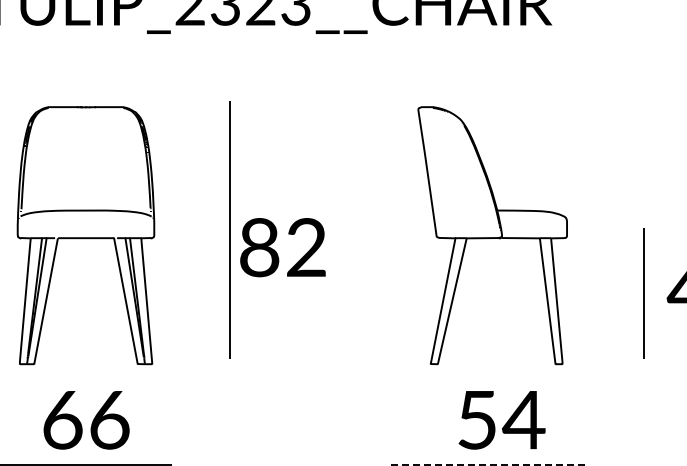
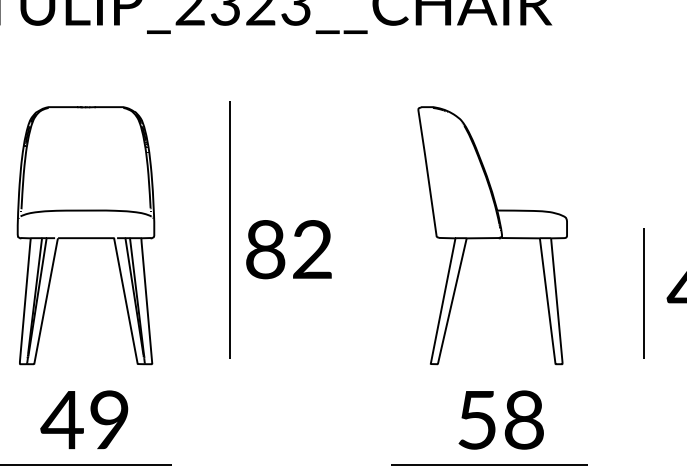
text at (282, 247) position: (282, 247) -> (288, 249)
text at (84, 419): 66 -> 49
text at (523, 419): 54 -> 58
line at (489, 465): dashed -> solid
